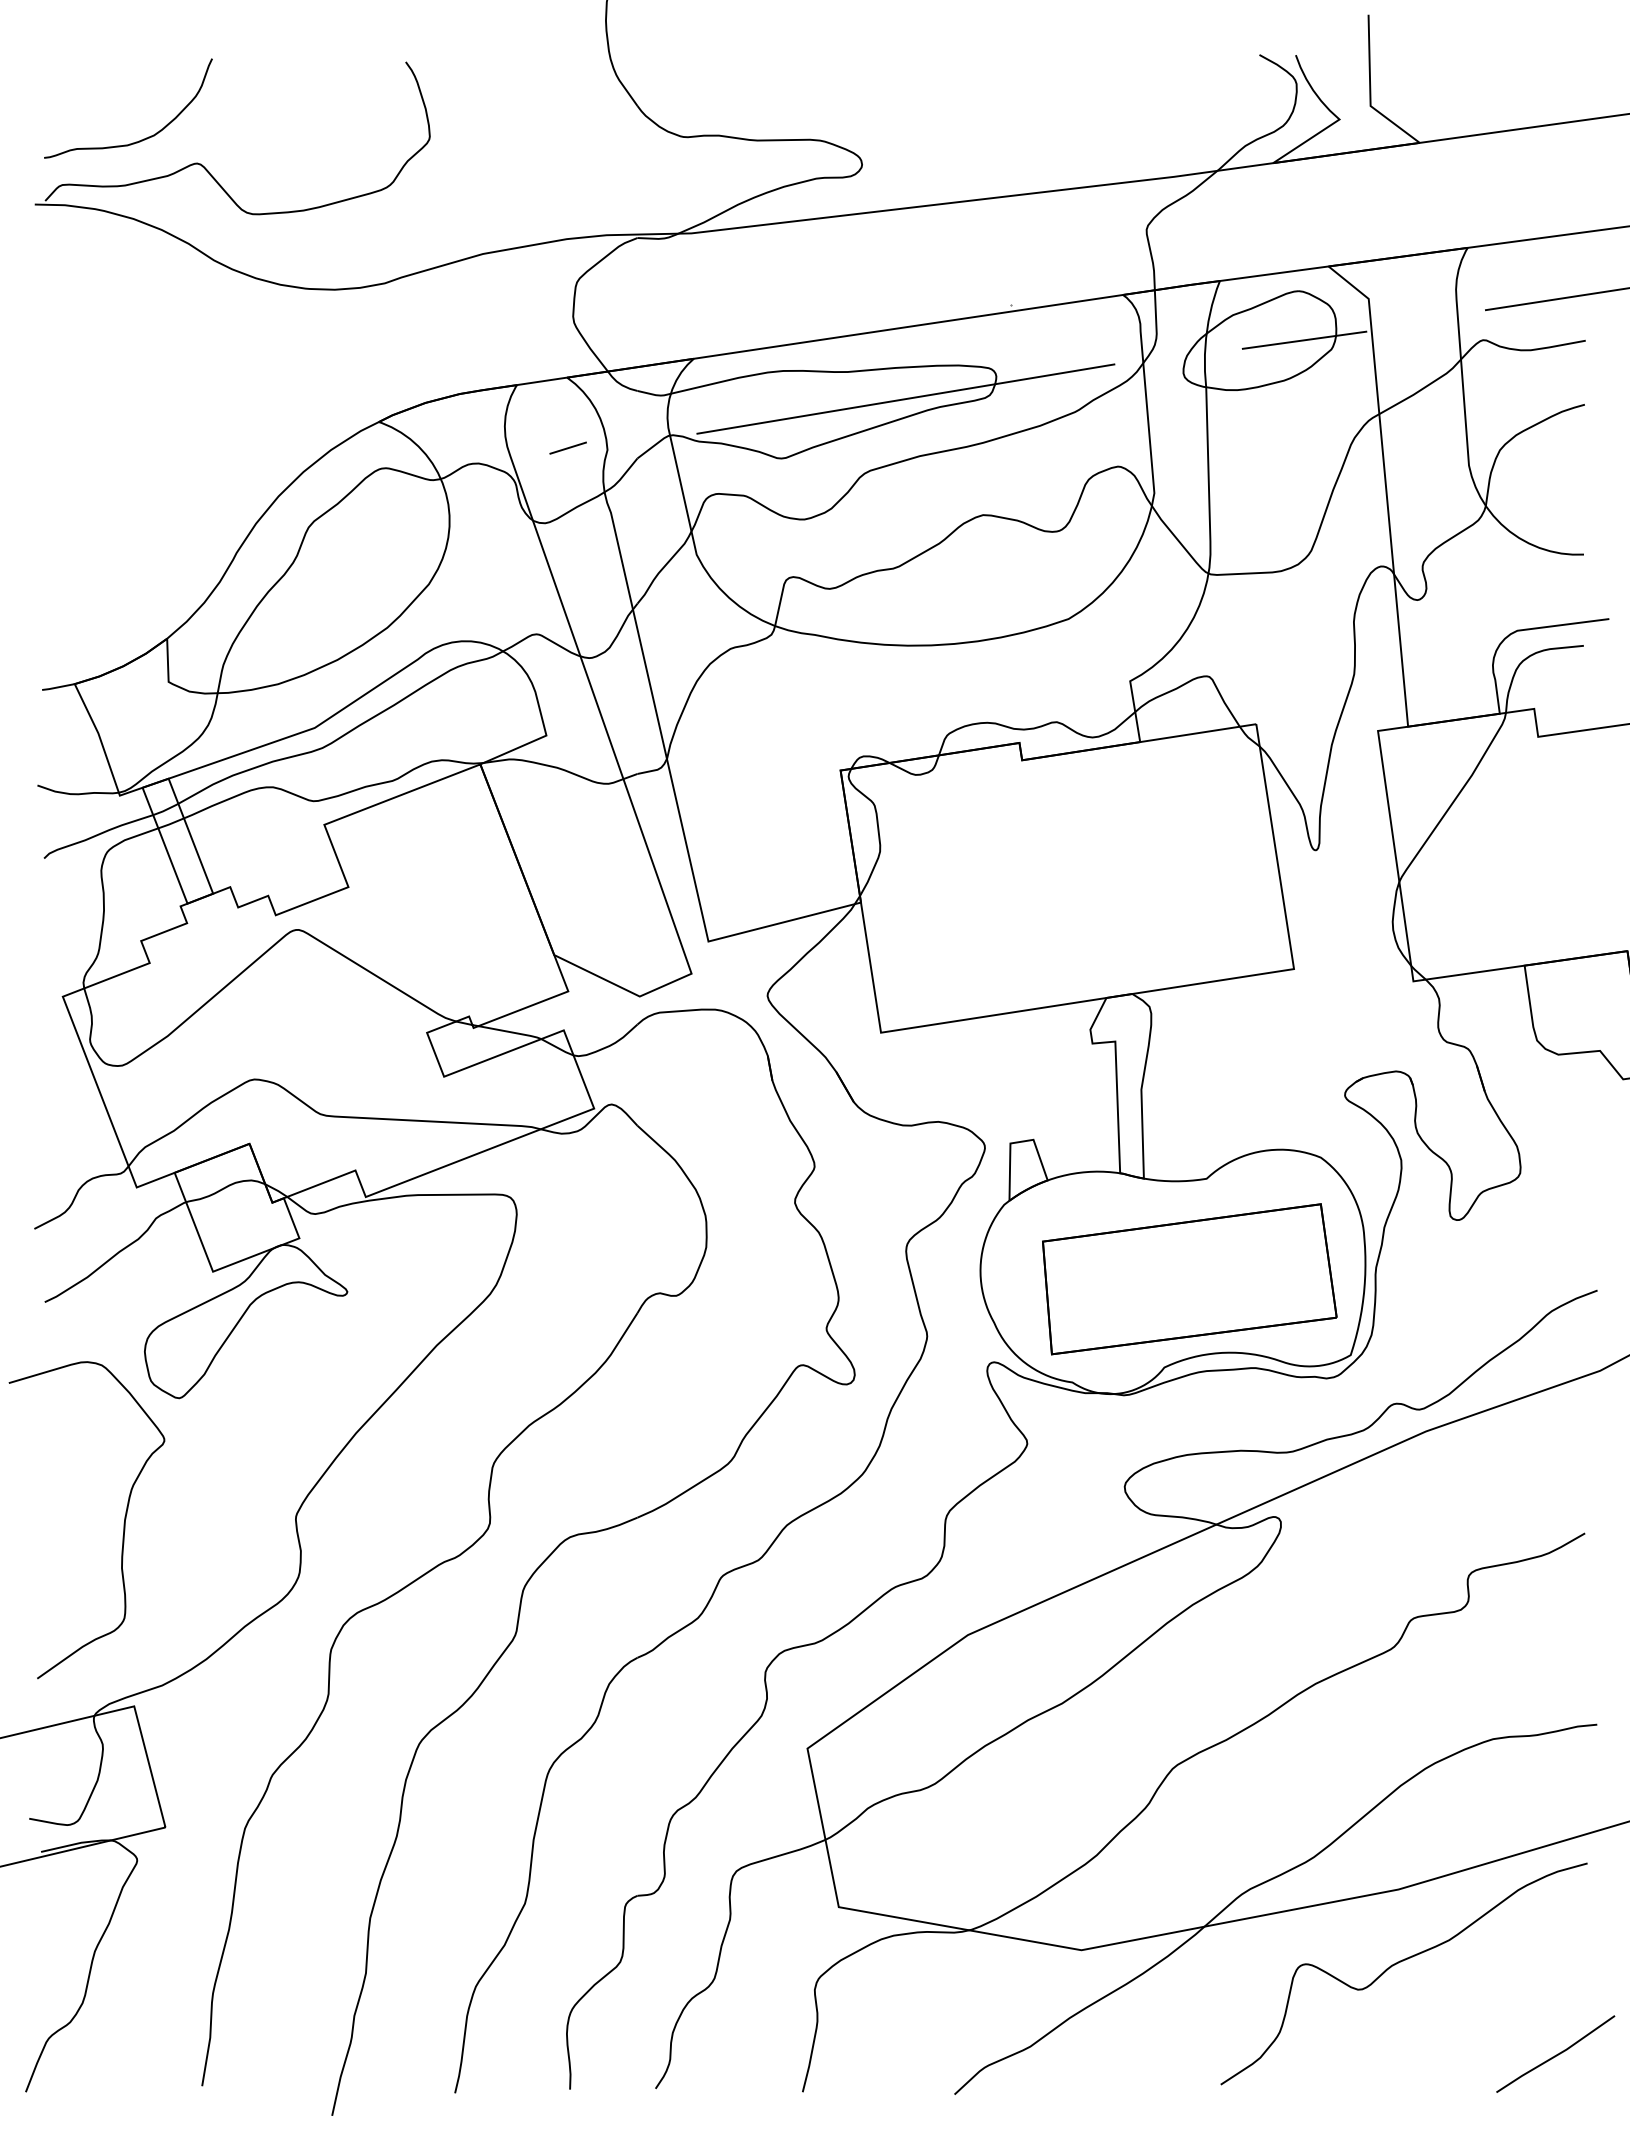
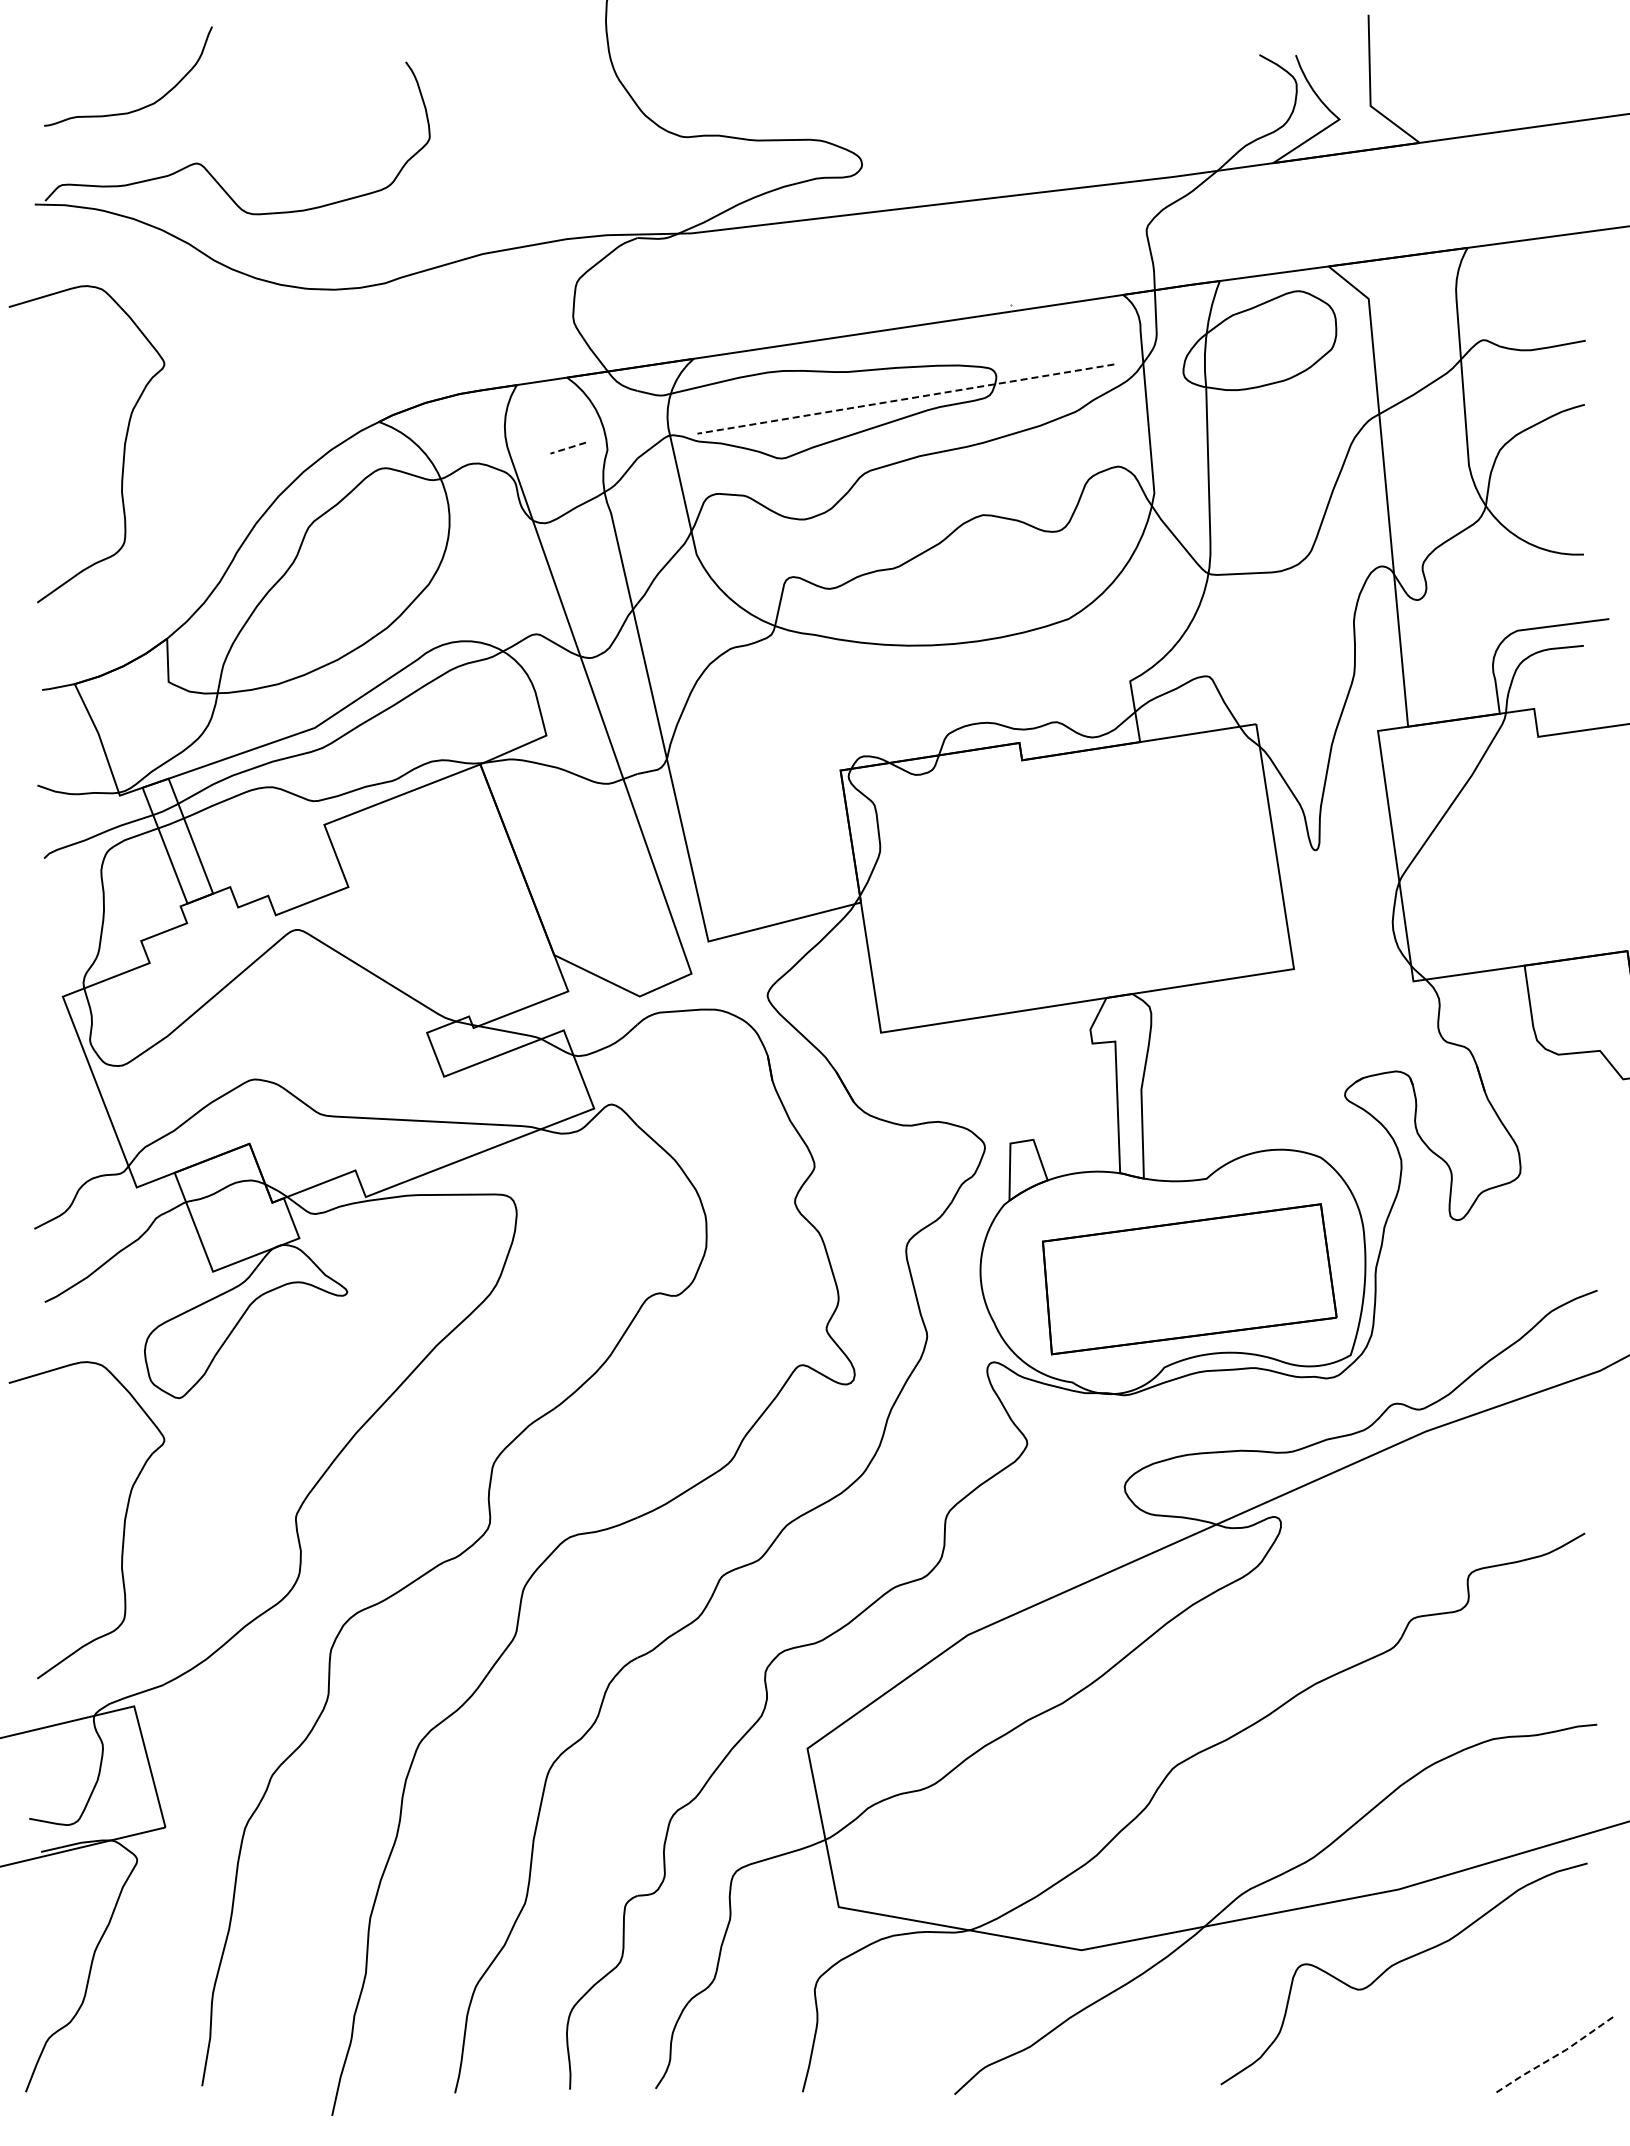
curve at (143, 138) position: (143, 138) -> (143, 106)
line at (1555, 299): present -> none
line at (1304, 339): present -> none
line at (905, 399): solid -> dashed
curve at (123, 447): none -> present
line at (568, 448): solid -> dashed
line at (1557, 2055): solid -> dashed
